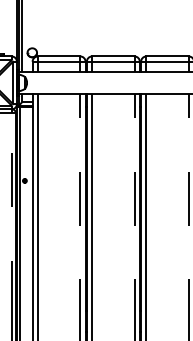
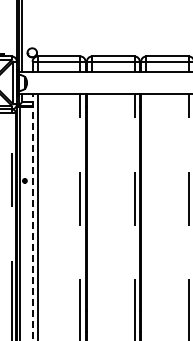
line at (92, 215): present -> none
line at (146, 215): present -> none
line at (32, 216): solid -> dashed
